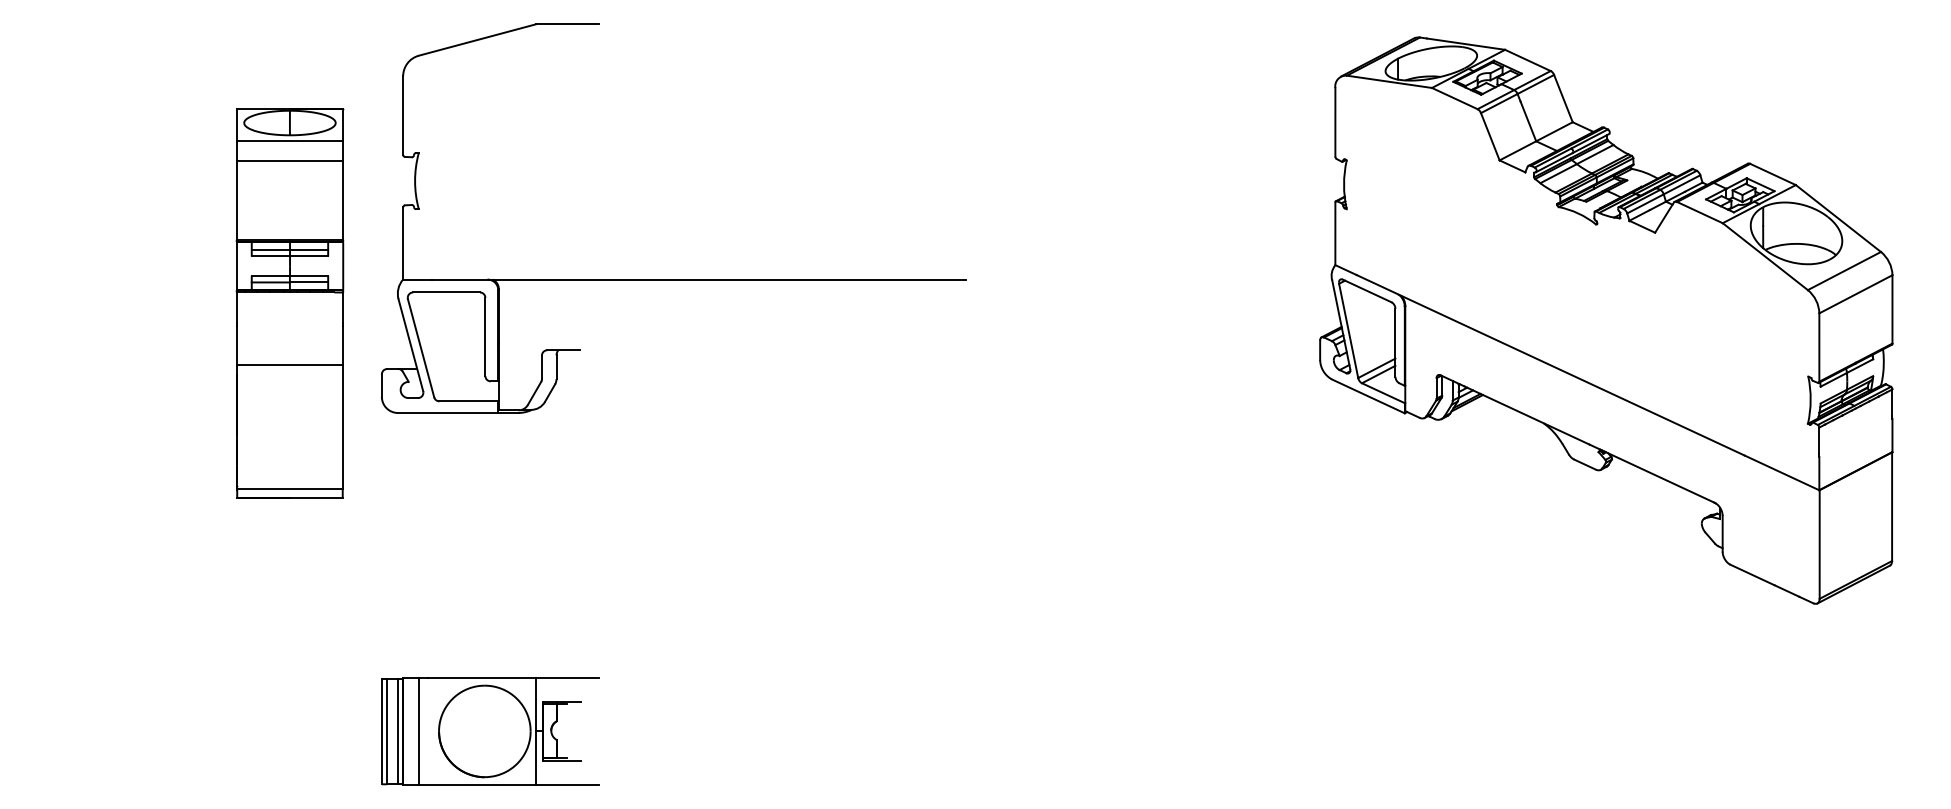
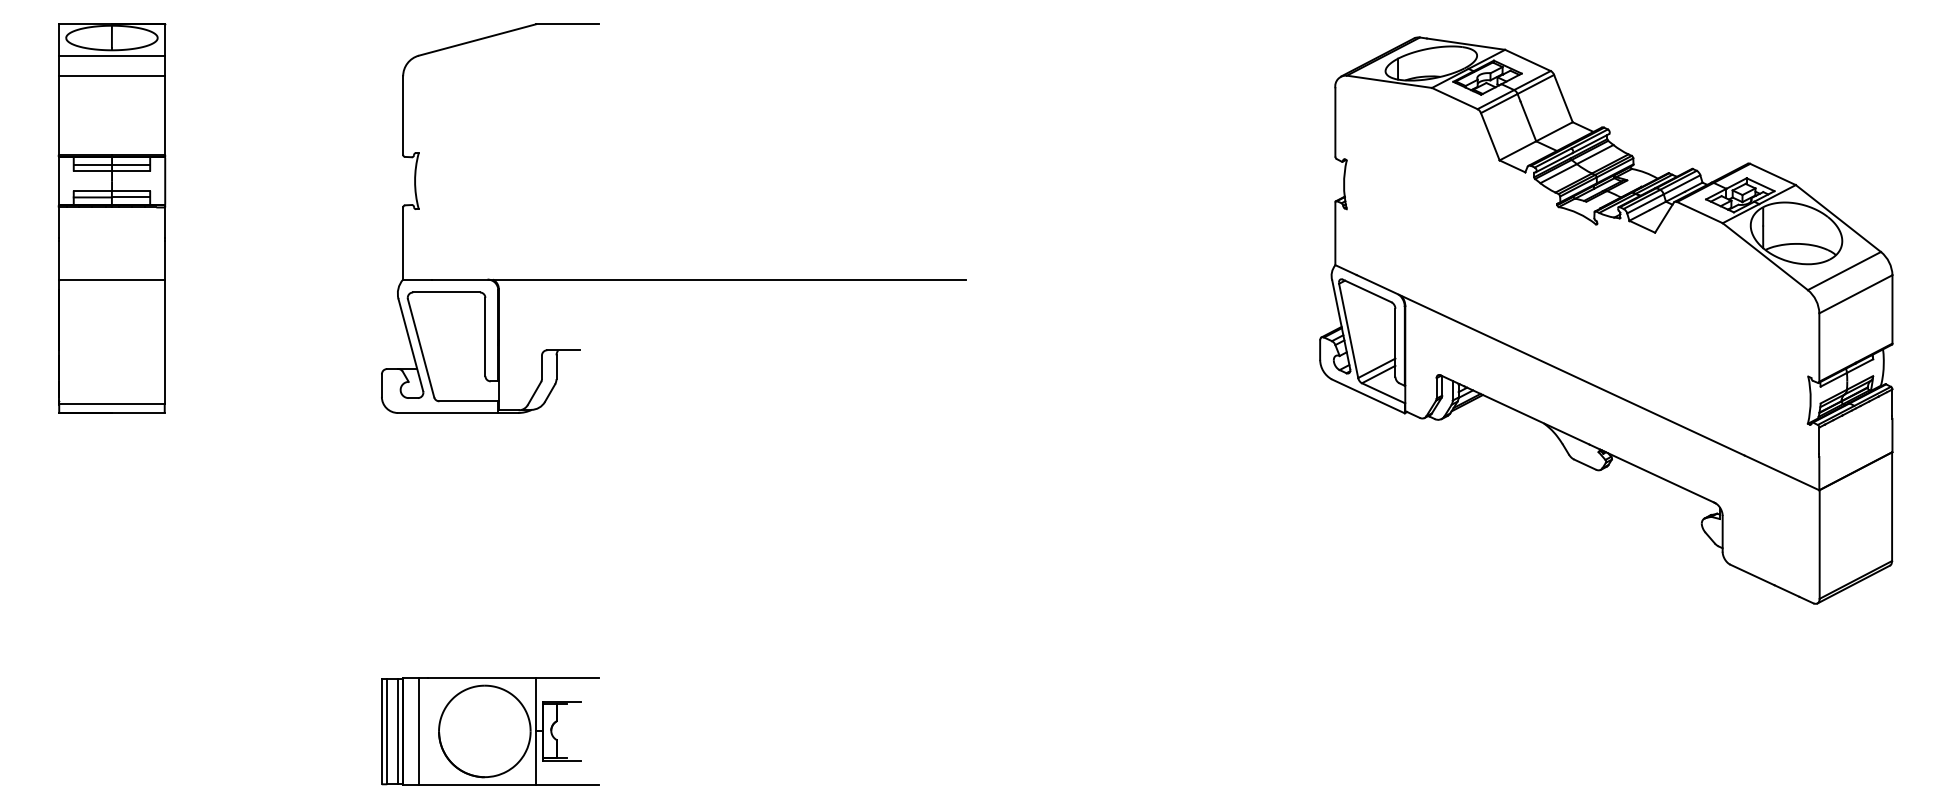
part at (289, 303) position: (289, 303) -> (111, 218)
